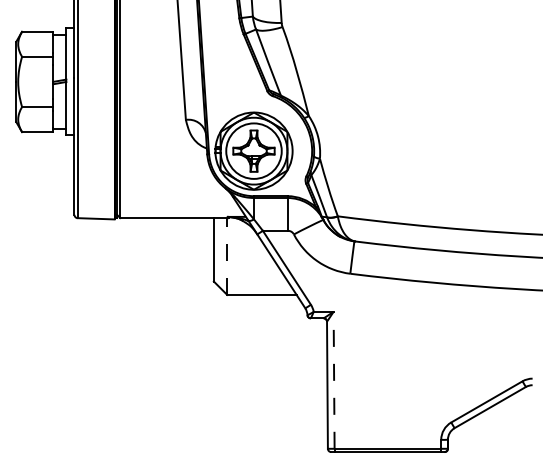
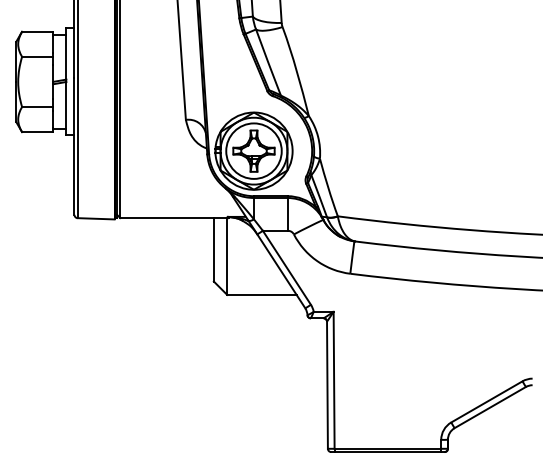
line at (227, 255): dashed -> solid
line at (334, 380): dashed -> solid
